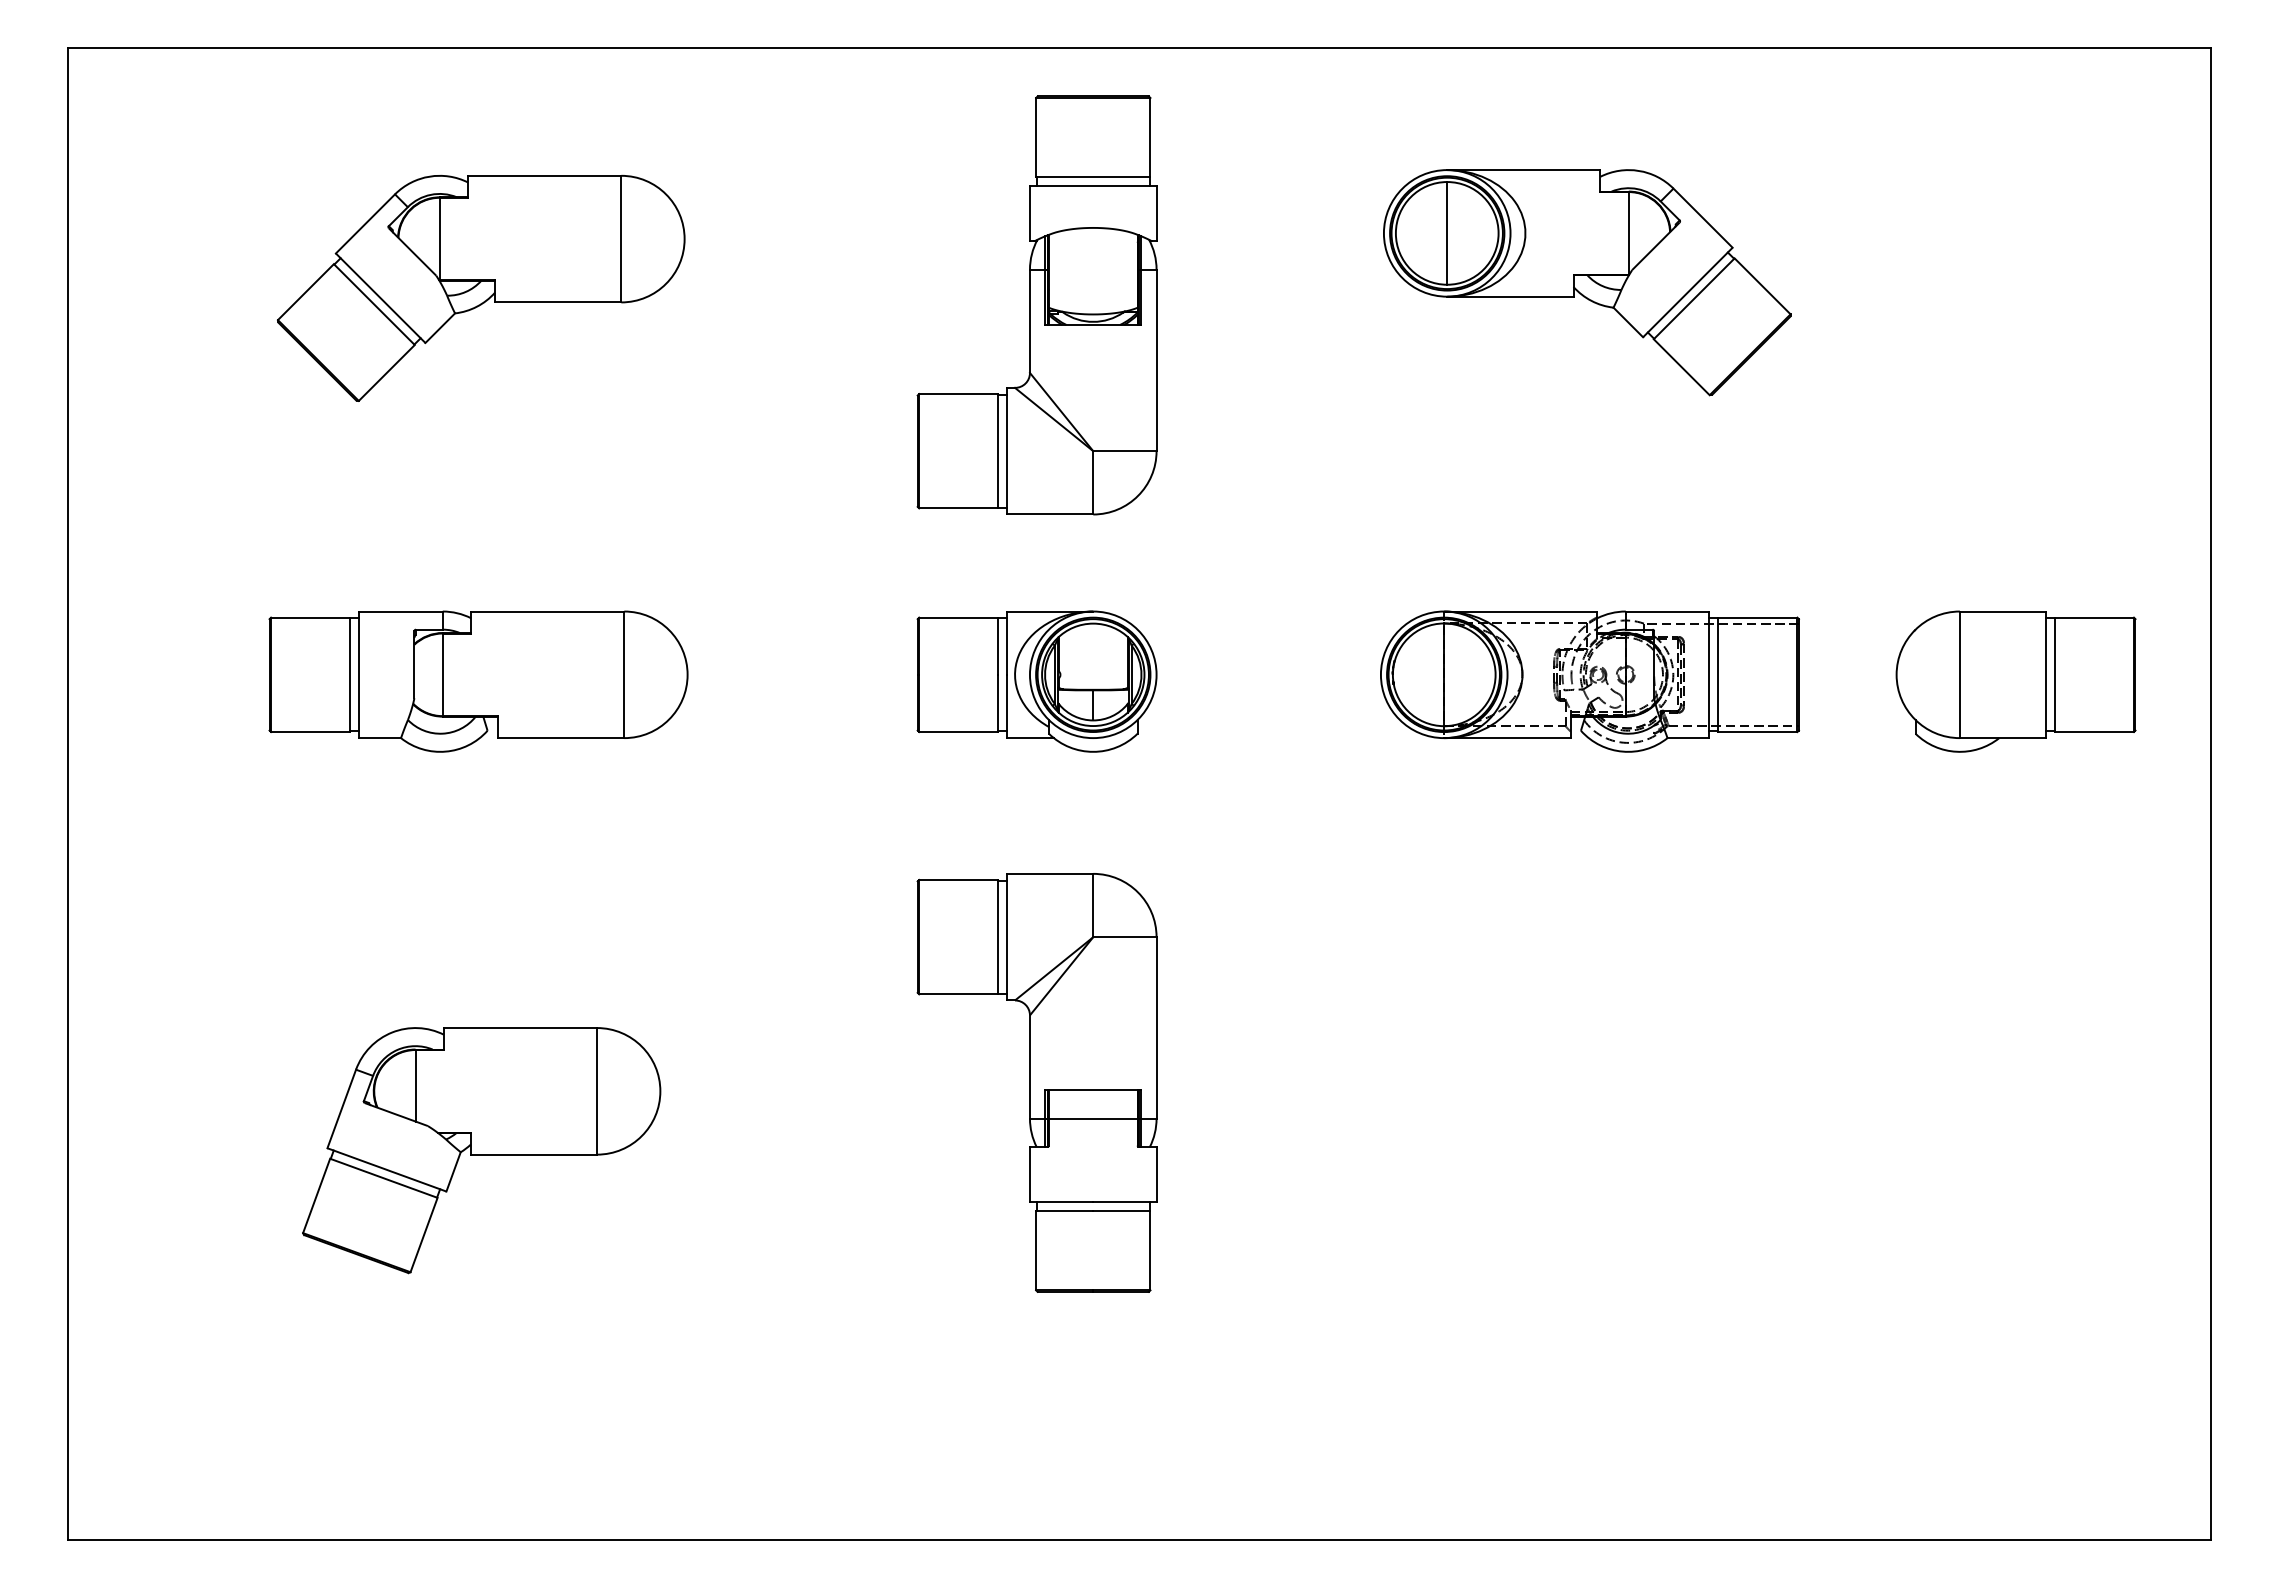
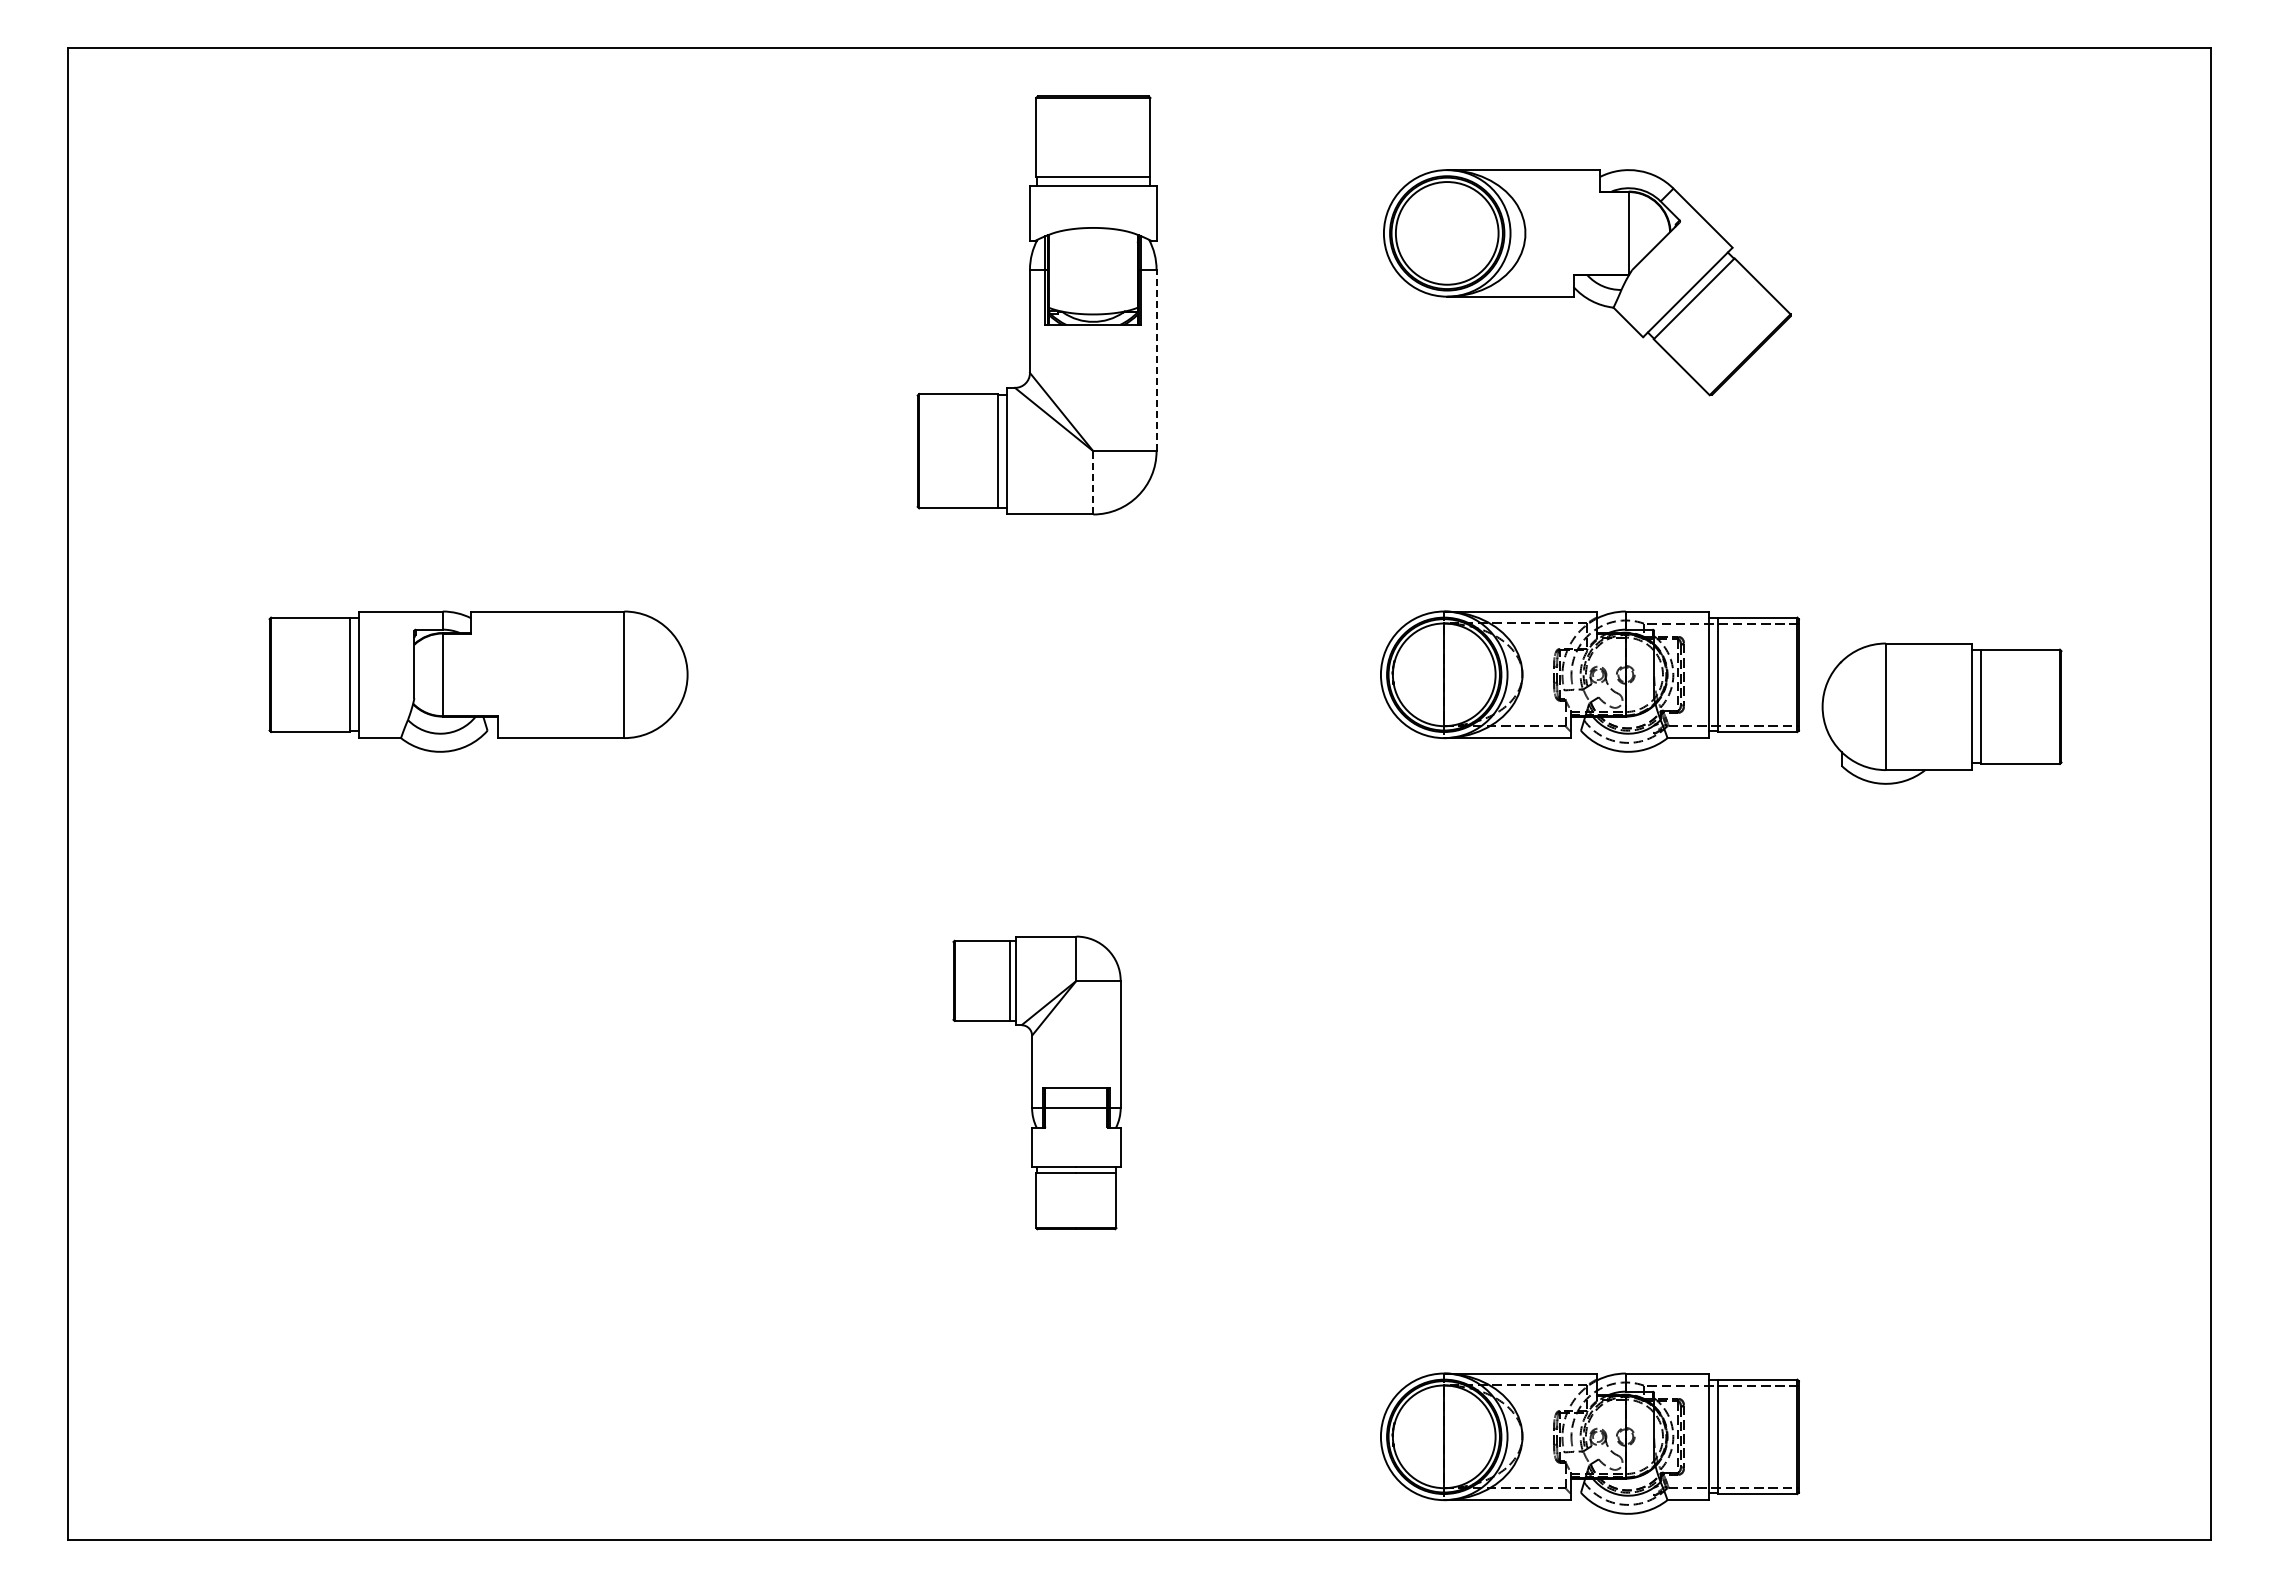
line at (1447, 233): present -> none
part at (481, 288): present -> none
line at (1156, 360): solid -> dashed
line at (1093, 482): solid -> dashed
part at (1036, 681): present -> none
part at (2015, 681) position: (2015, 681) -> (1941, 713)
part at (1036, 1082) size: 242x420 px -> 170x296 px
part at (481, 1150): present -> none
part at (1589, 1443): none -> present
